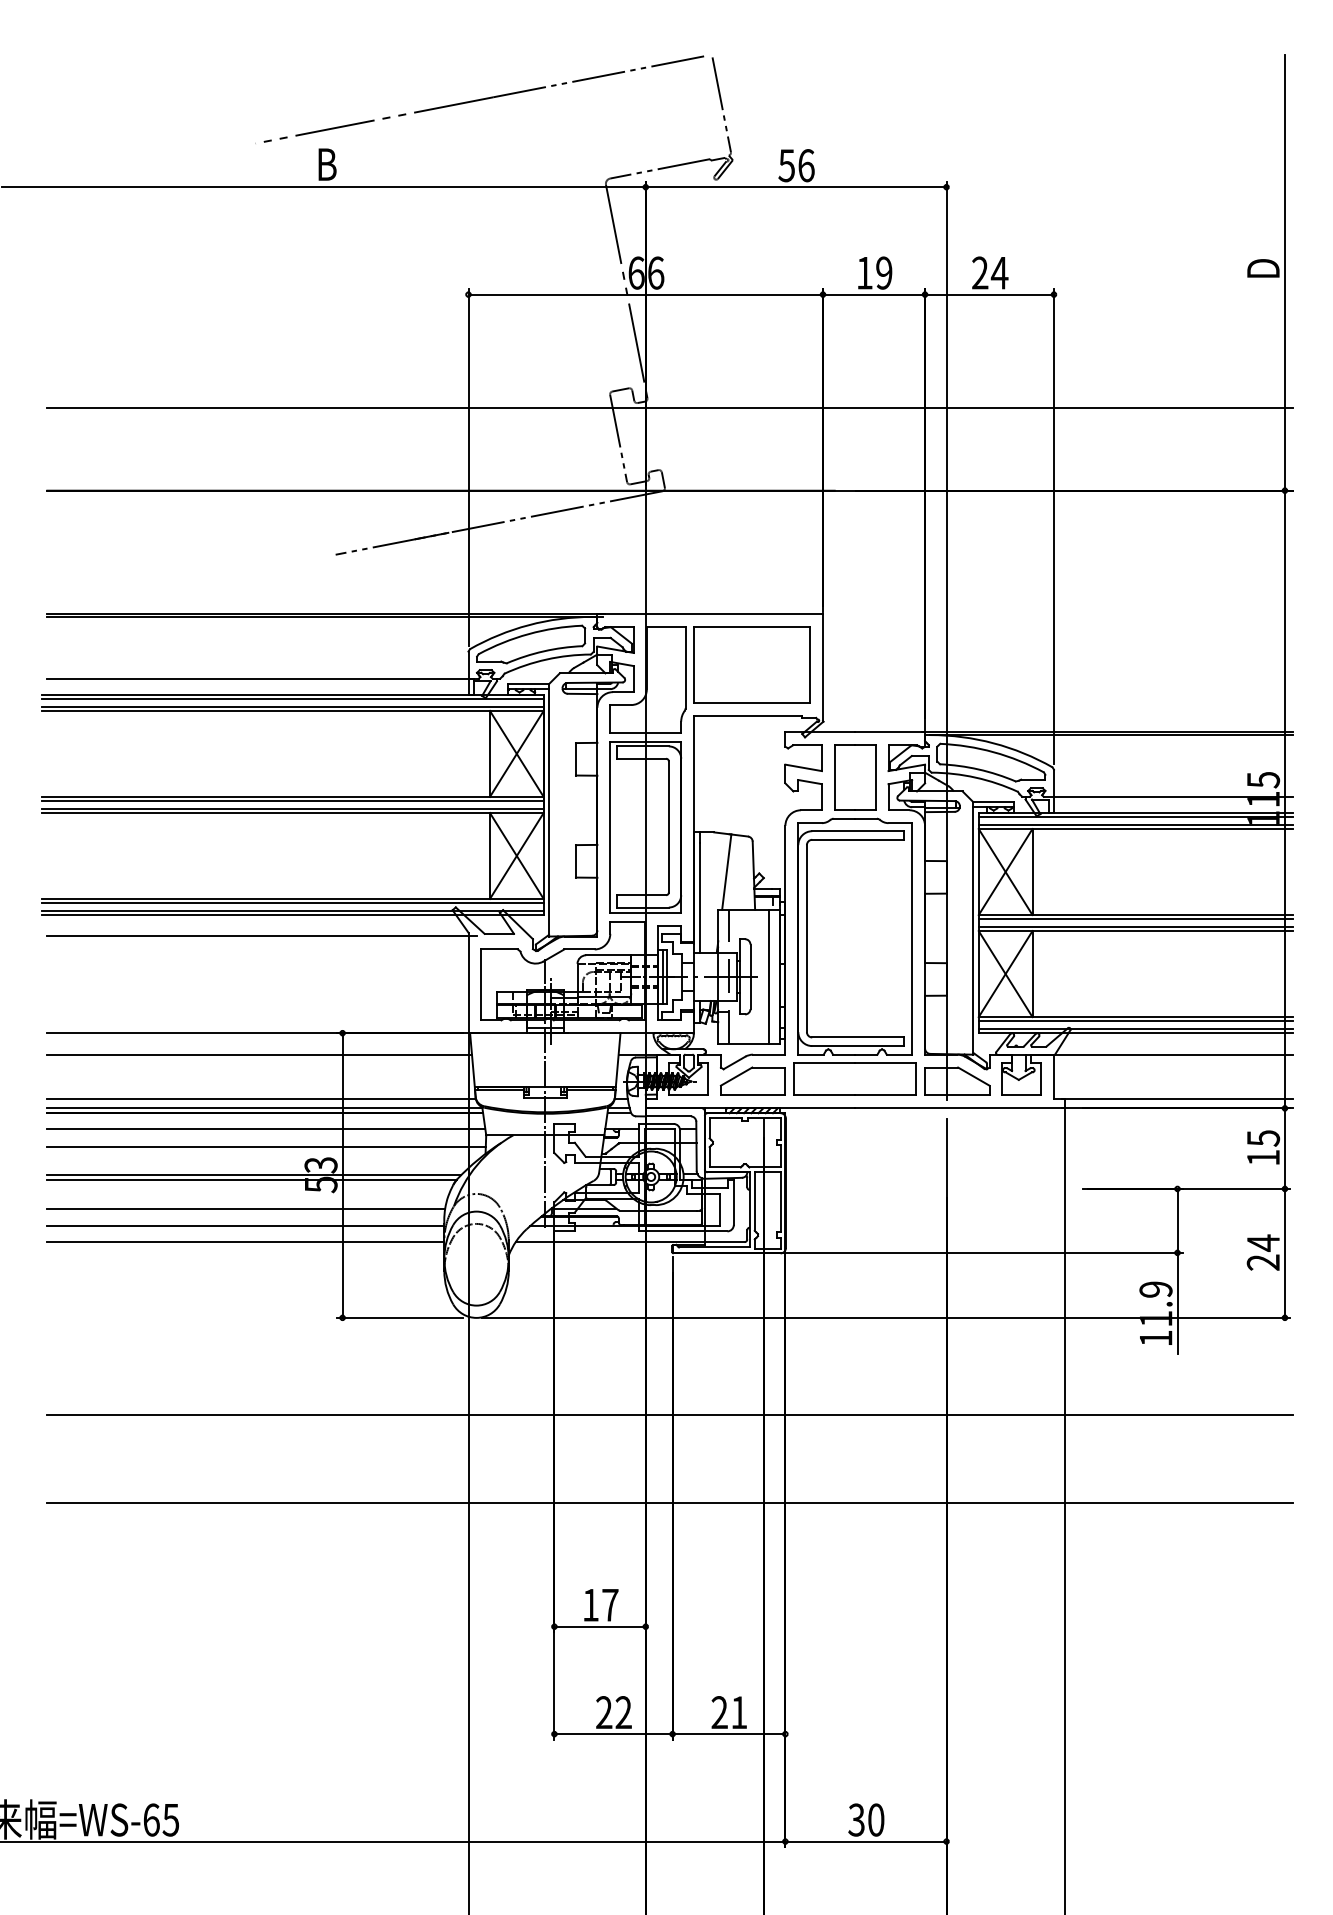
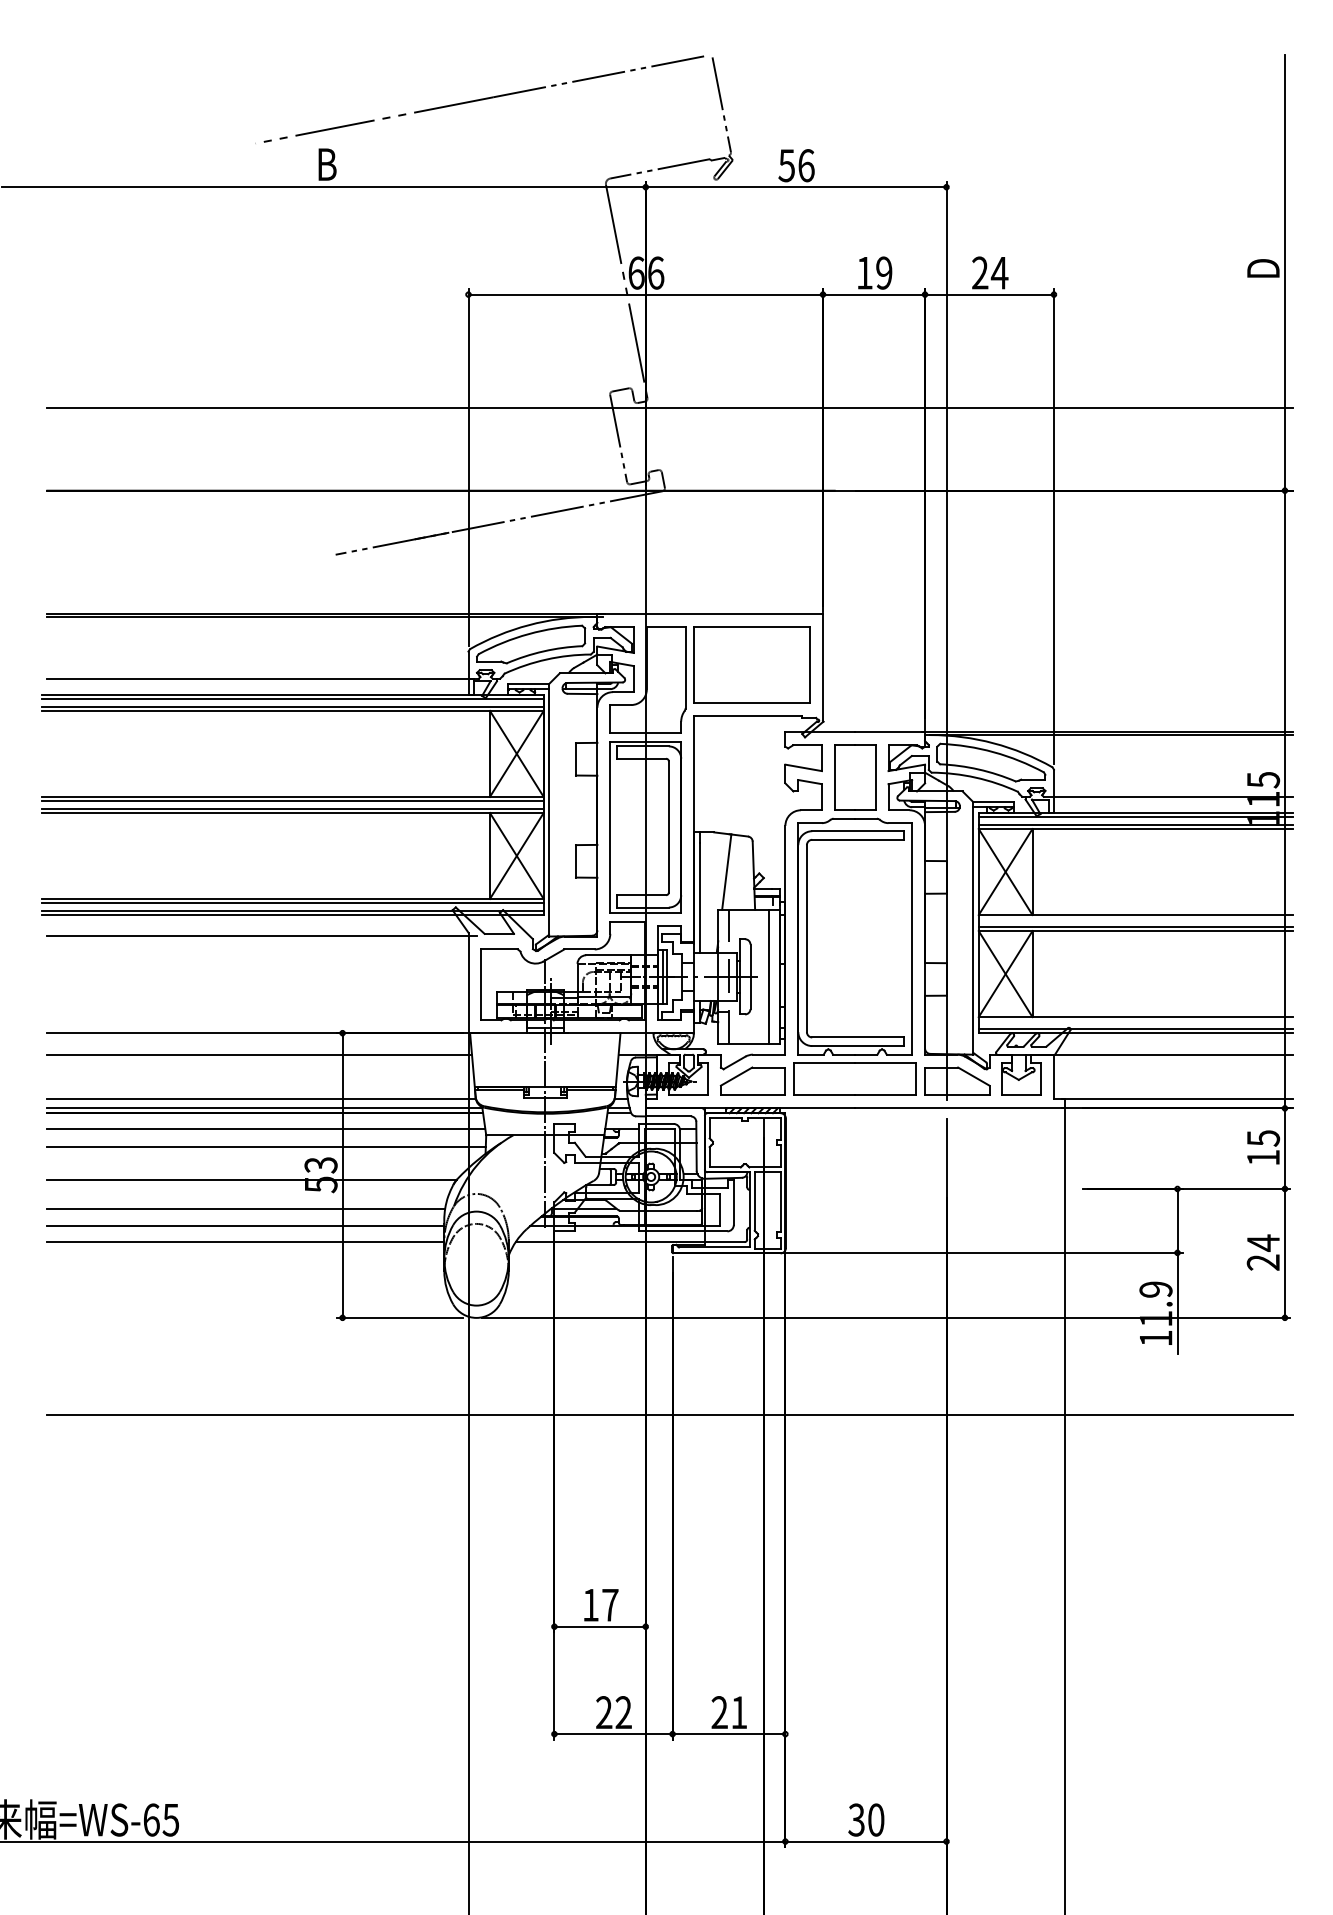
line at (1135, 918): present -> none
line at (1135, 1020): present -> none
line at (254, 1175): present -> none
line at (670, 1503): present -> none
